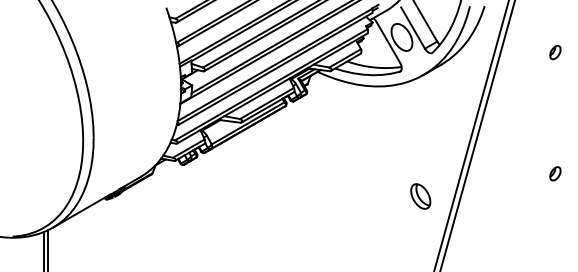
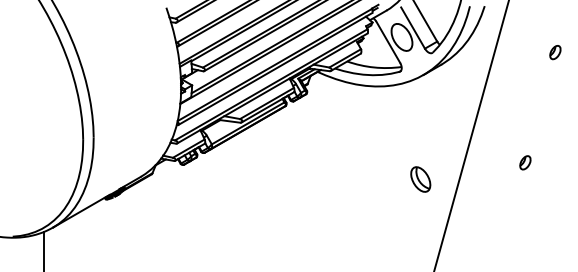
line at (477, 135): present -> none
part at (555, 173) position: (555, 173) -> (525, 162)
part at (420, 196) position: (420, 196) -> (420, 179)
line at (47, 249): present -> none
